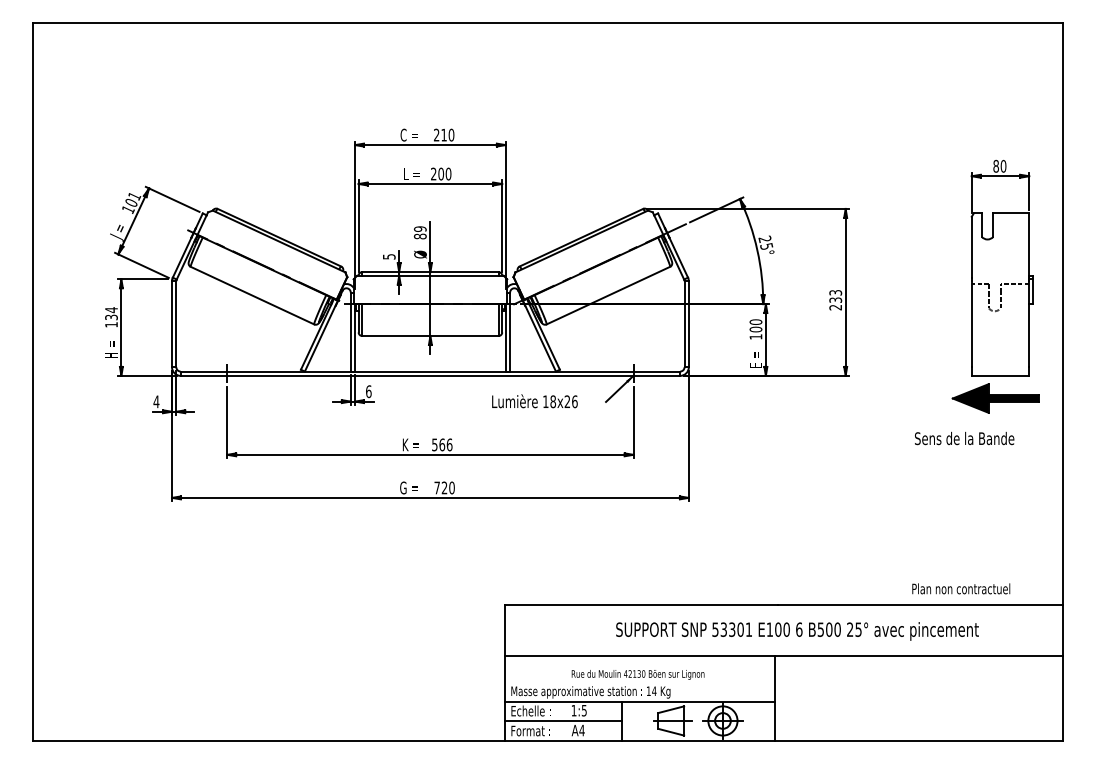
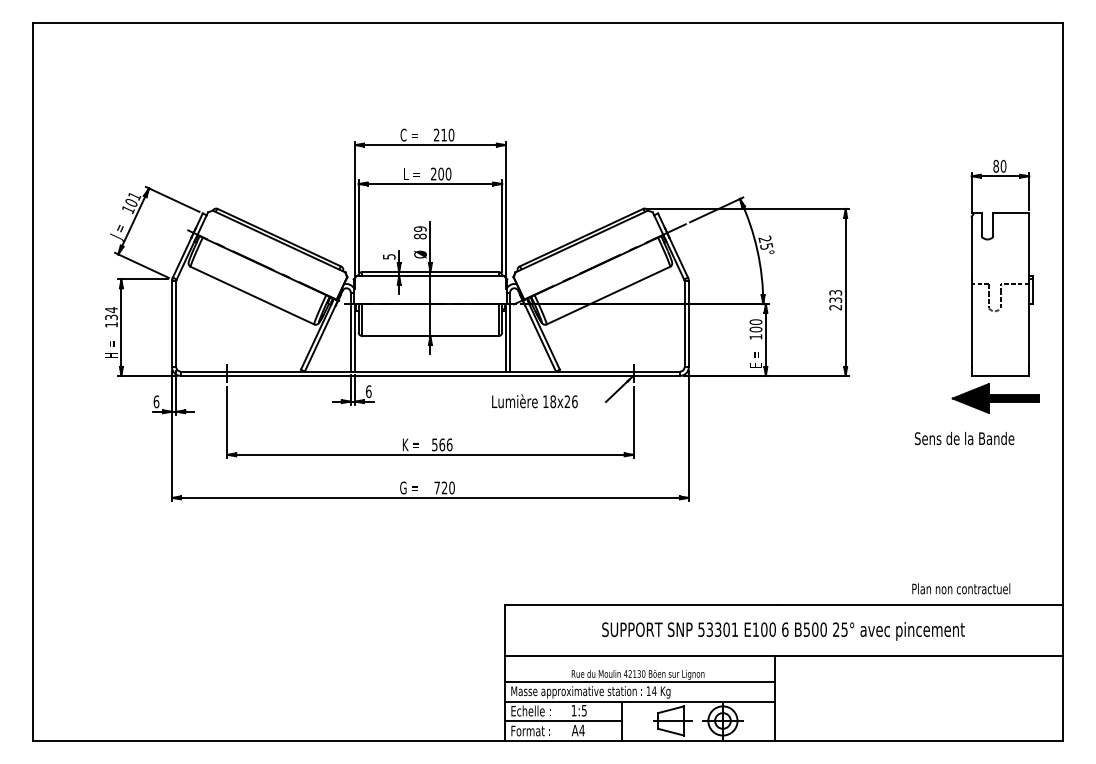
text at (156, 401): 4 -> 6
text at (797, 631) position: (797, 631) -> (783, 631)
line at (639, 681): none -> present
